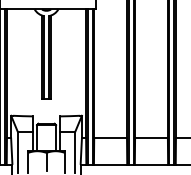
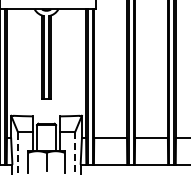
line at (17, 152): solid -> dashed
line at (75, 153): solid -> dashed
